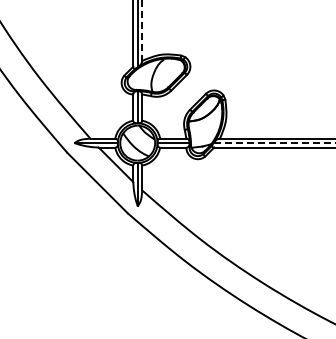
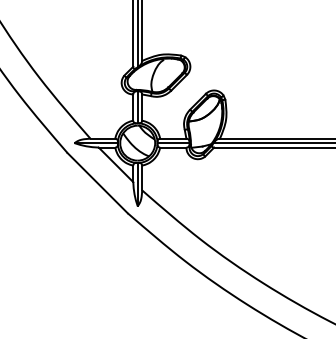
line at (142, 31): dashed -> solid
line at (274, 143): dashed -> solid
